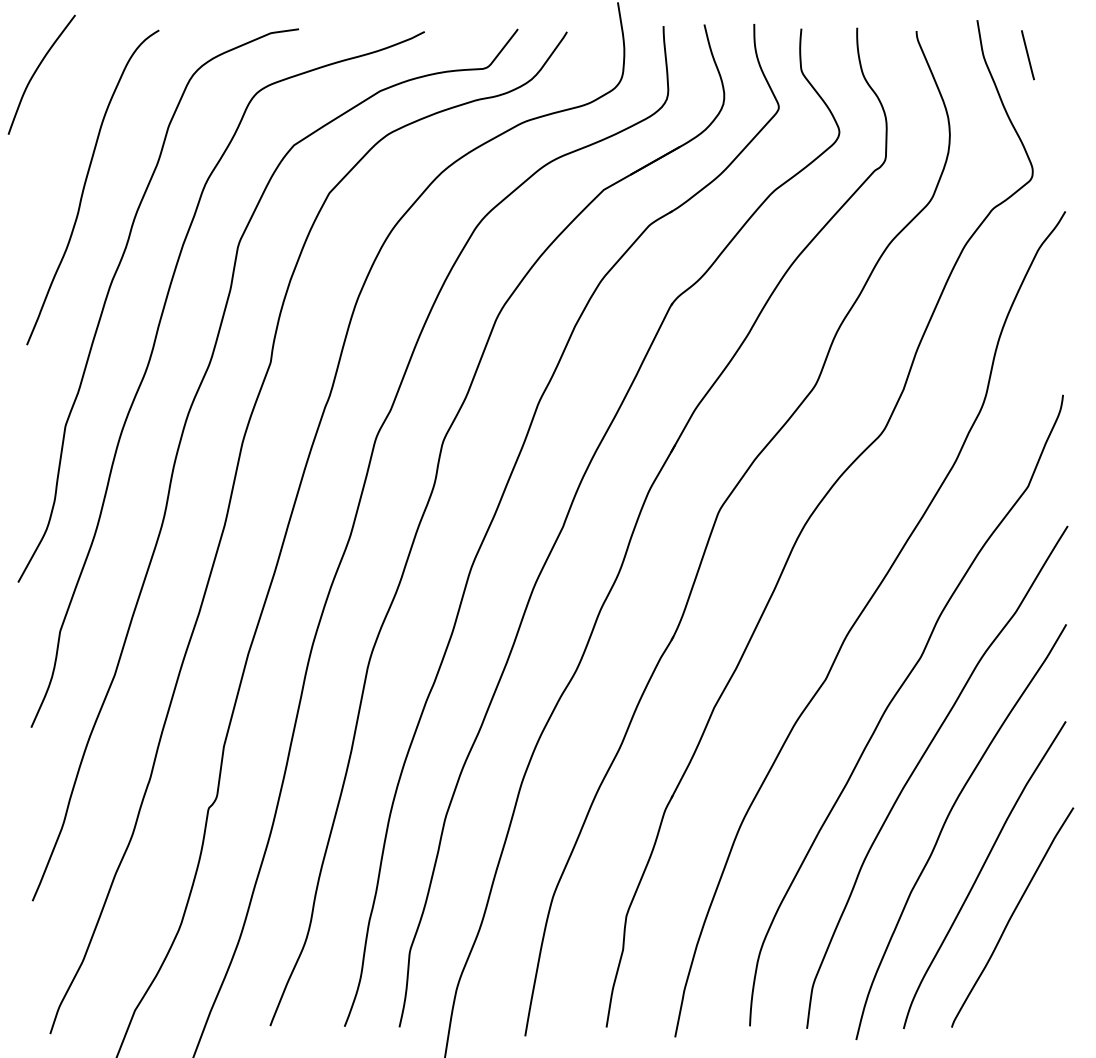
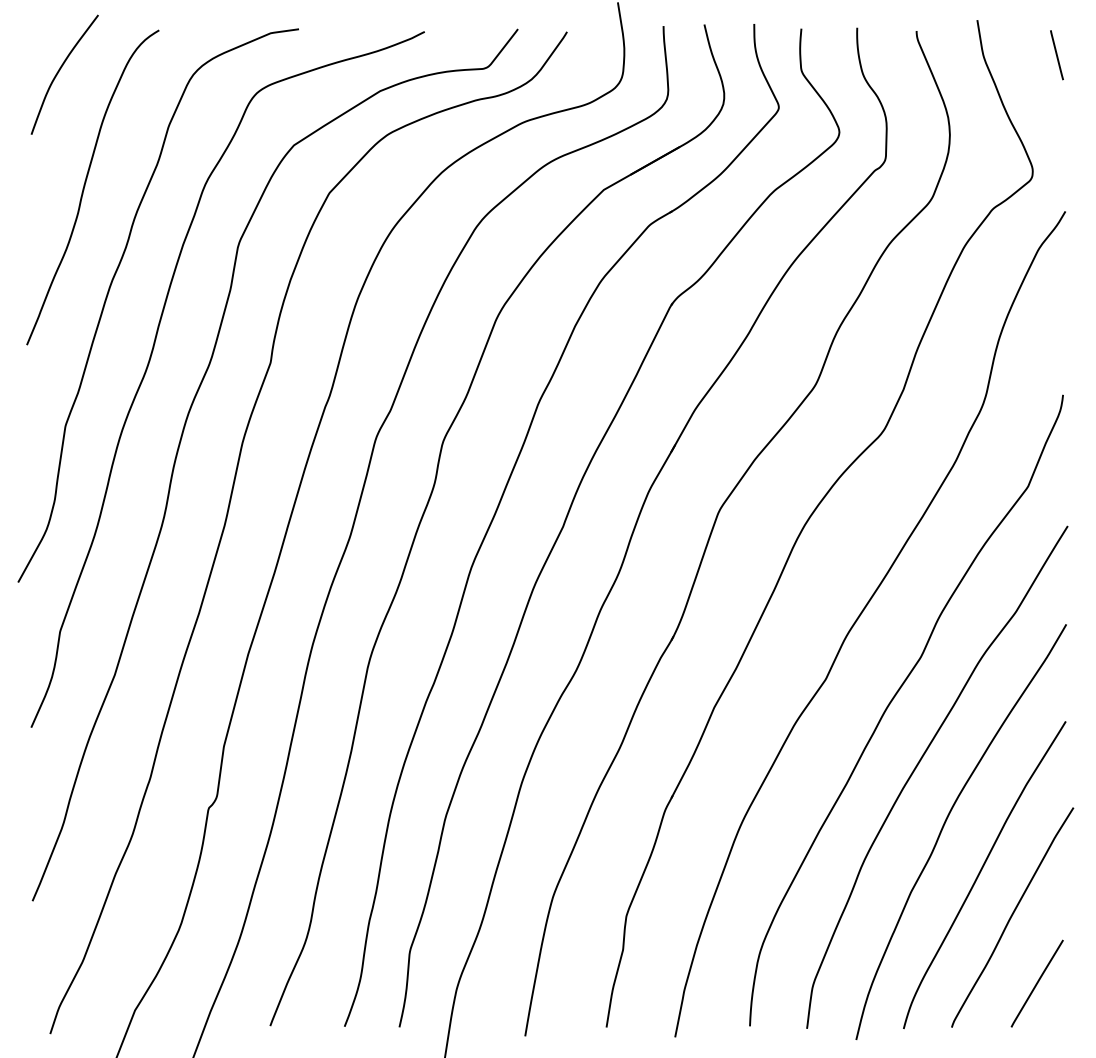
line at (1027, 55) position: (1027, 55) -> (1056, 55)
curve at (37, 70) position: (37, 70) -> (60, 70)
line at (1036, 983): none -> present
